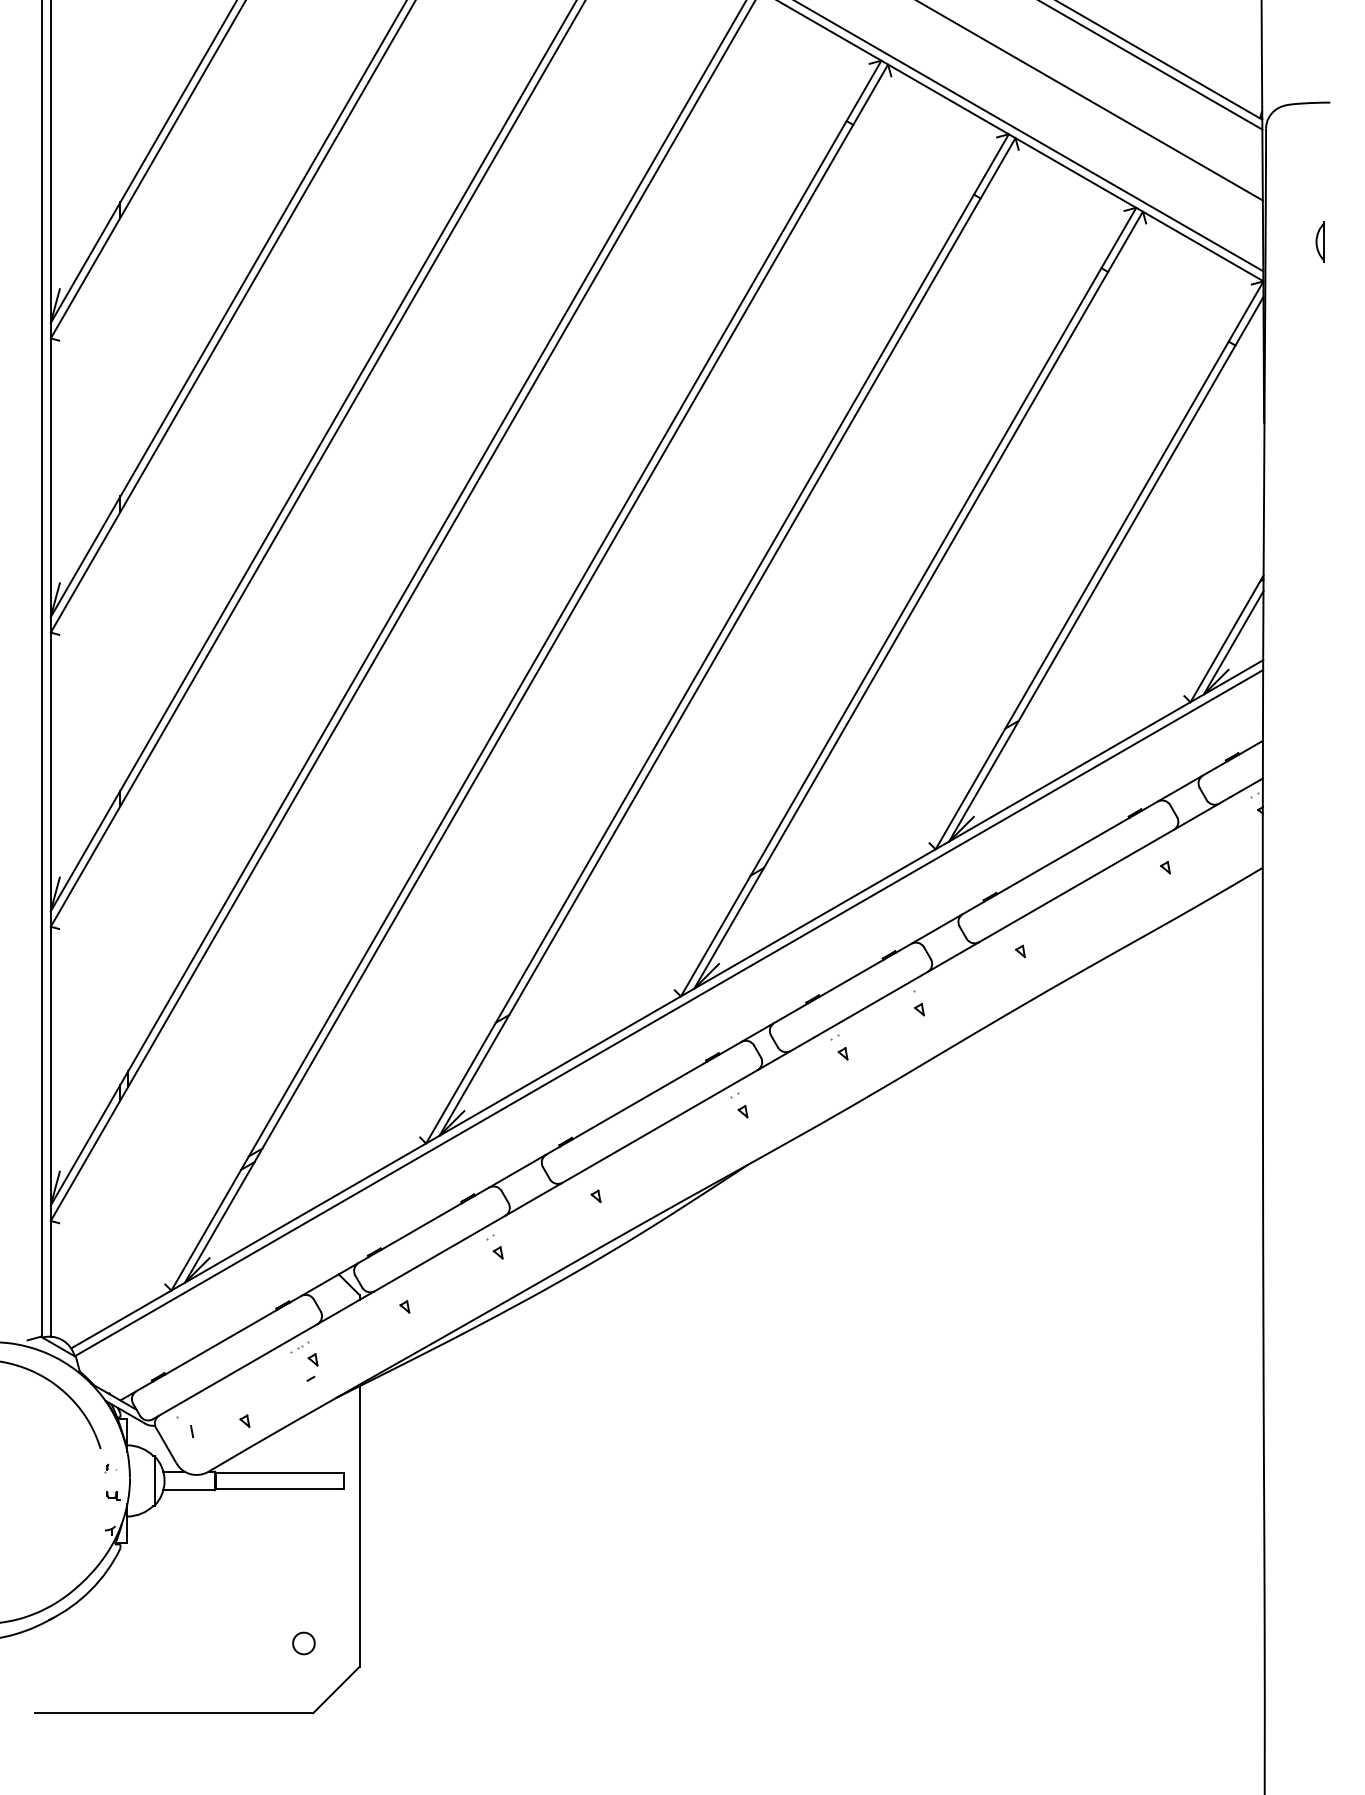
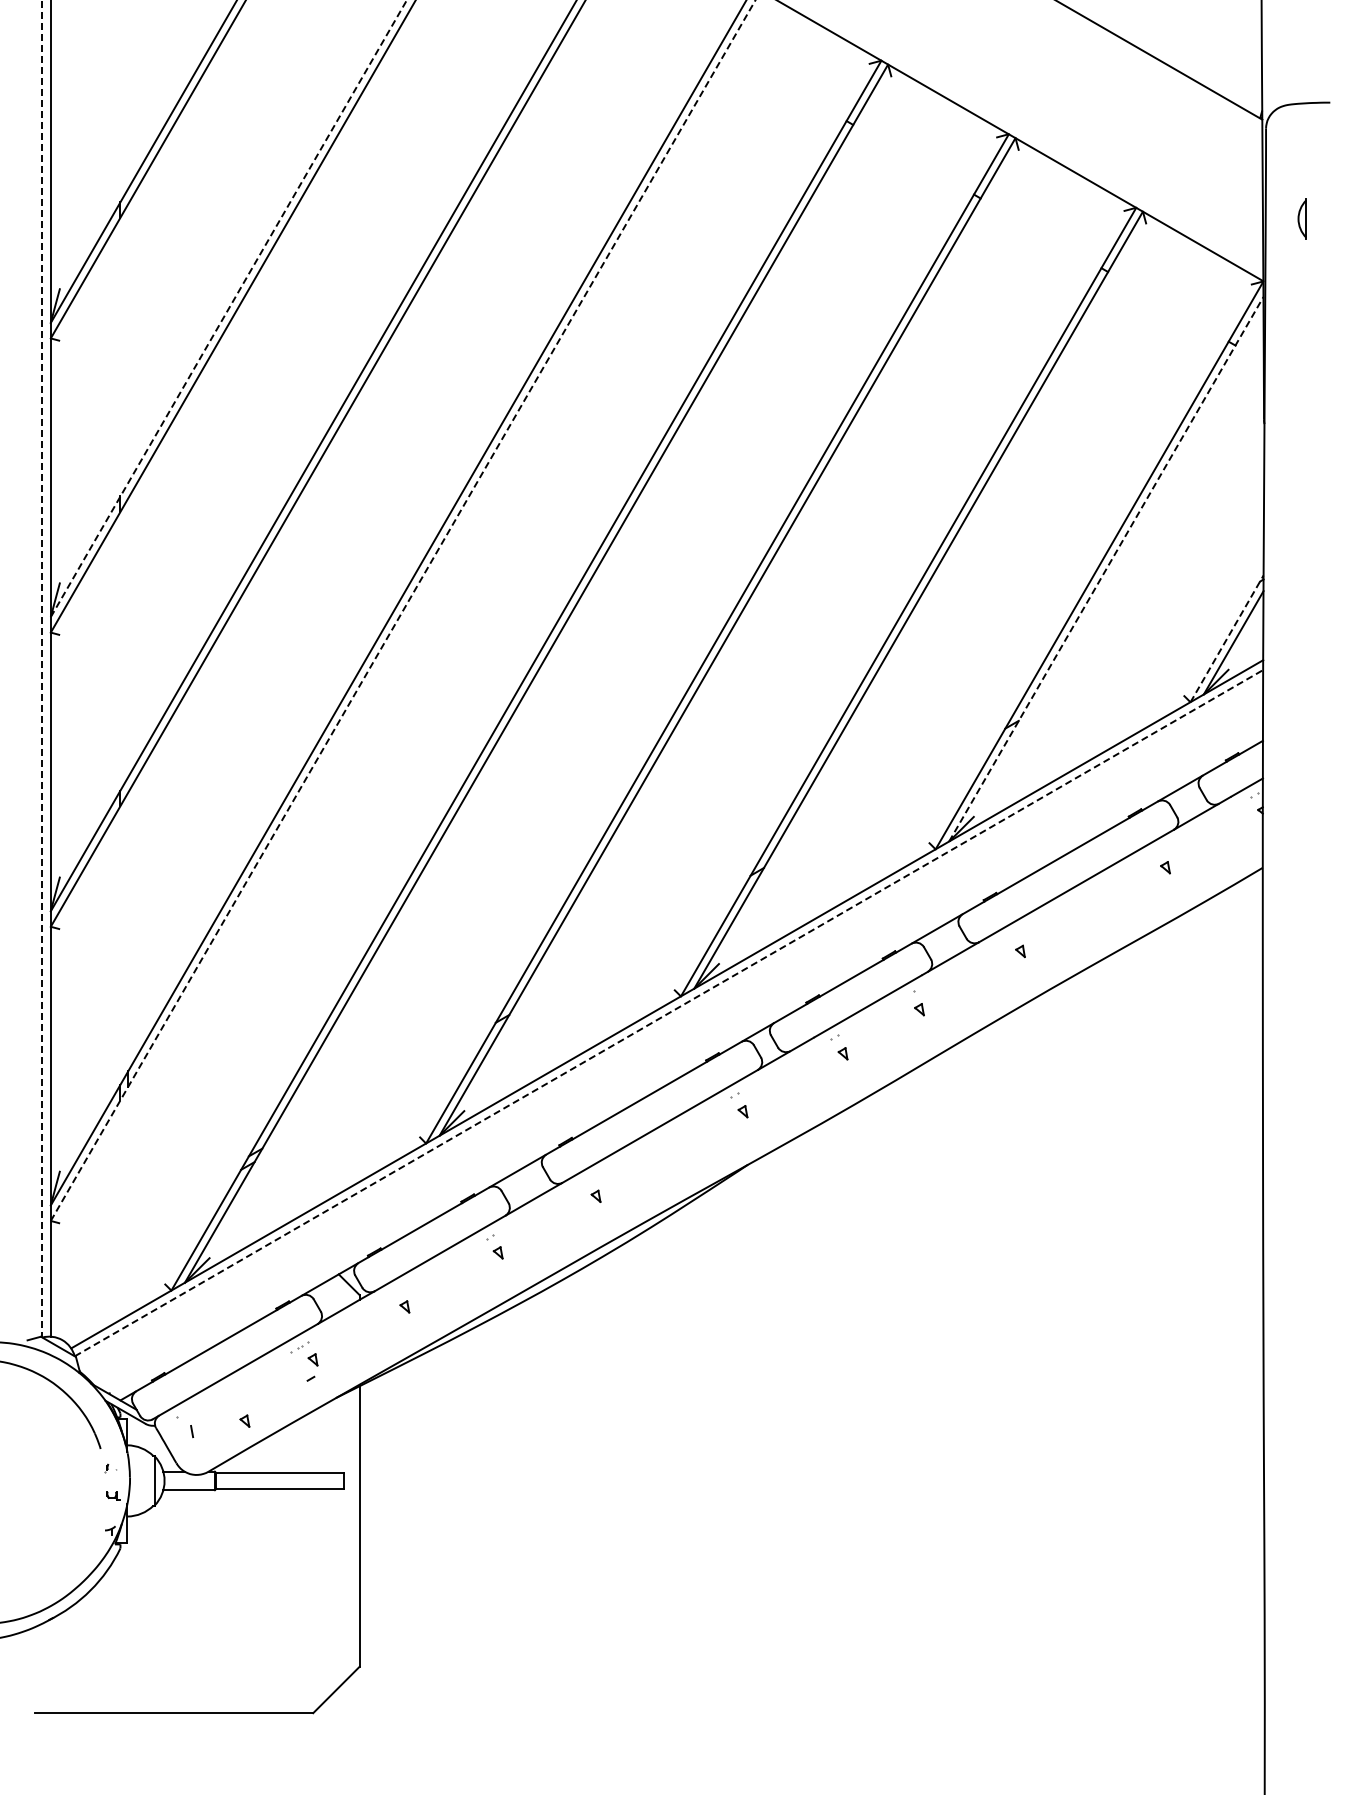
line at (1151, 65): present -> none
line at (1090, 101): present -> none
line at (1030, 136): present -> none
part at (1319, 241) position: (1319, 241) -> (1301, 218)
line at (229, 308): solid -> dashed
line at (1106, 568): solid -> dashed
line at (403, 610): solid -> dashed
line at (1227, 638): solid -> dashed
line at (42, 669): solid -> dashed
line at (669, 1012): solid -> dashed
circle at (303, 1643): present -> none
